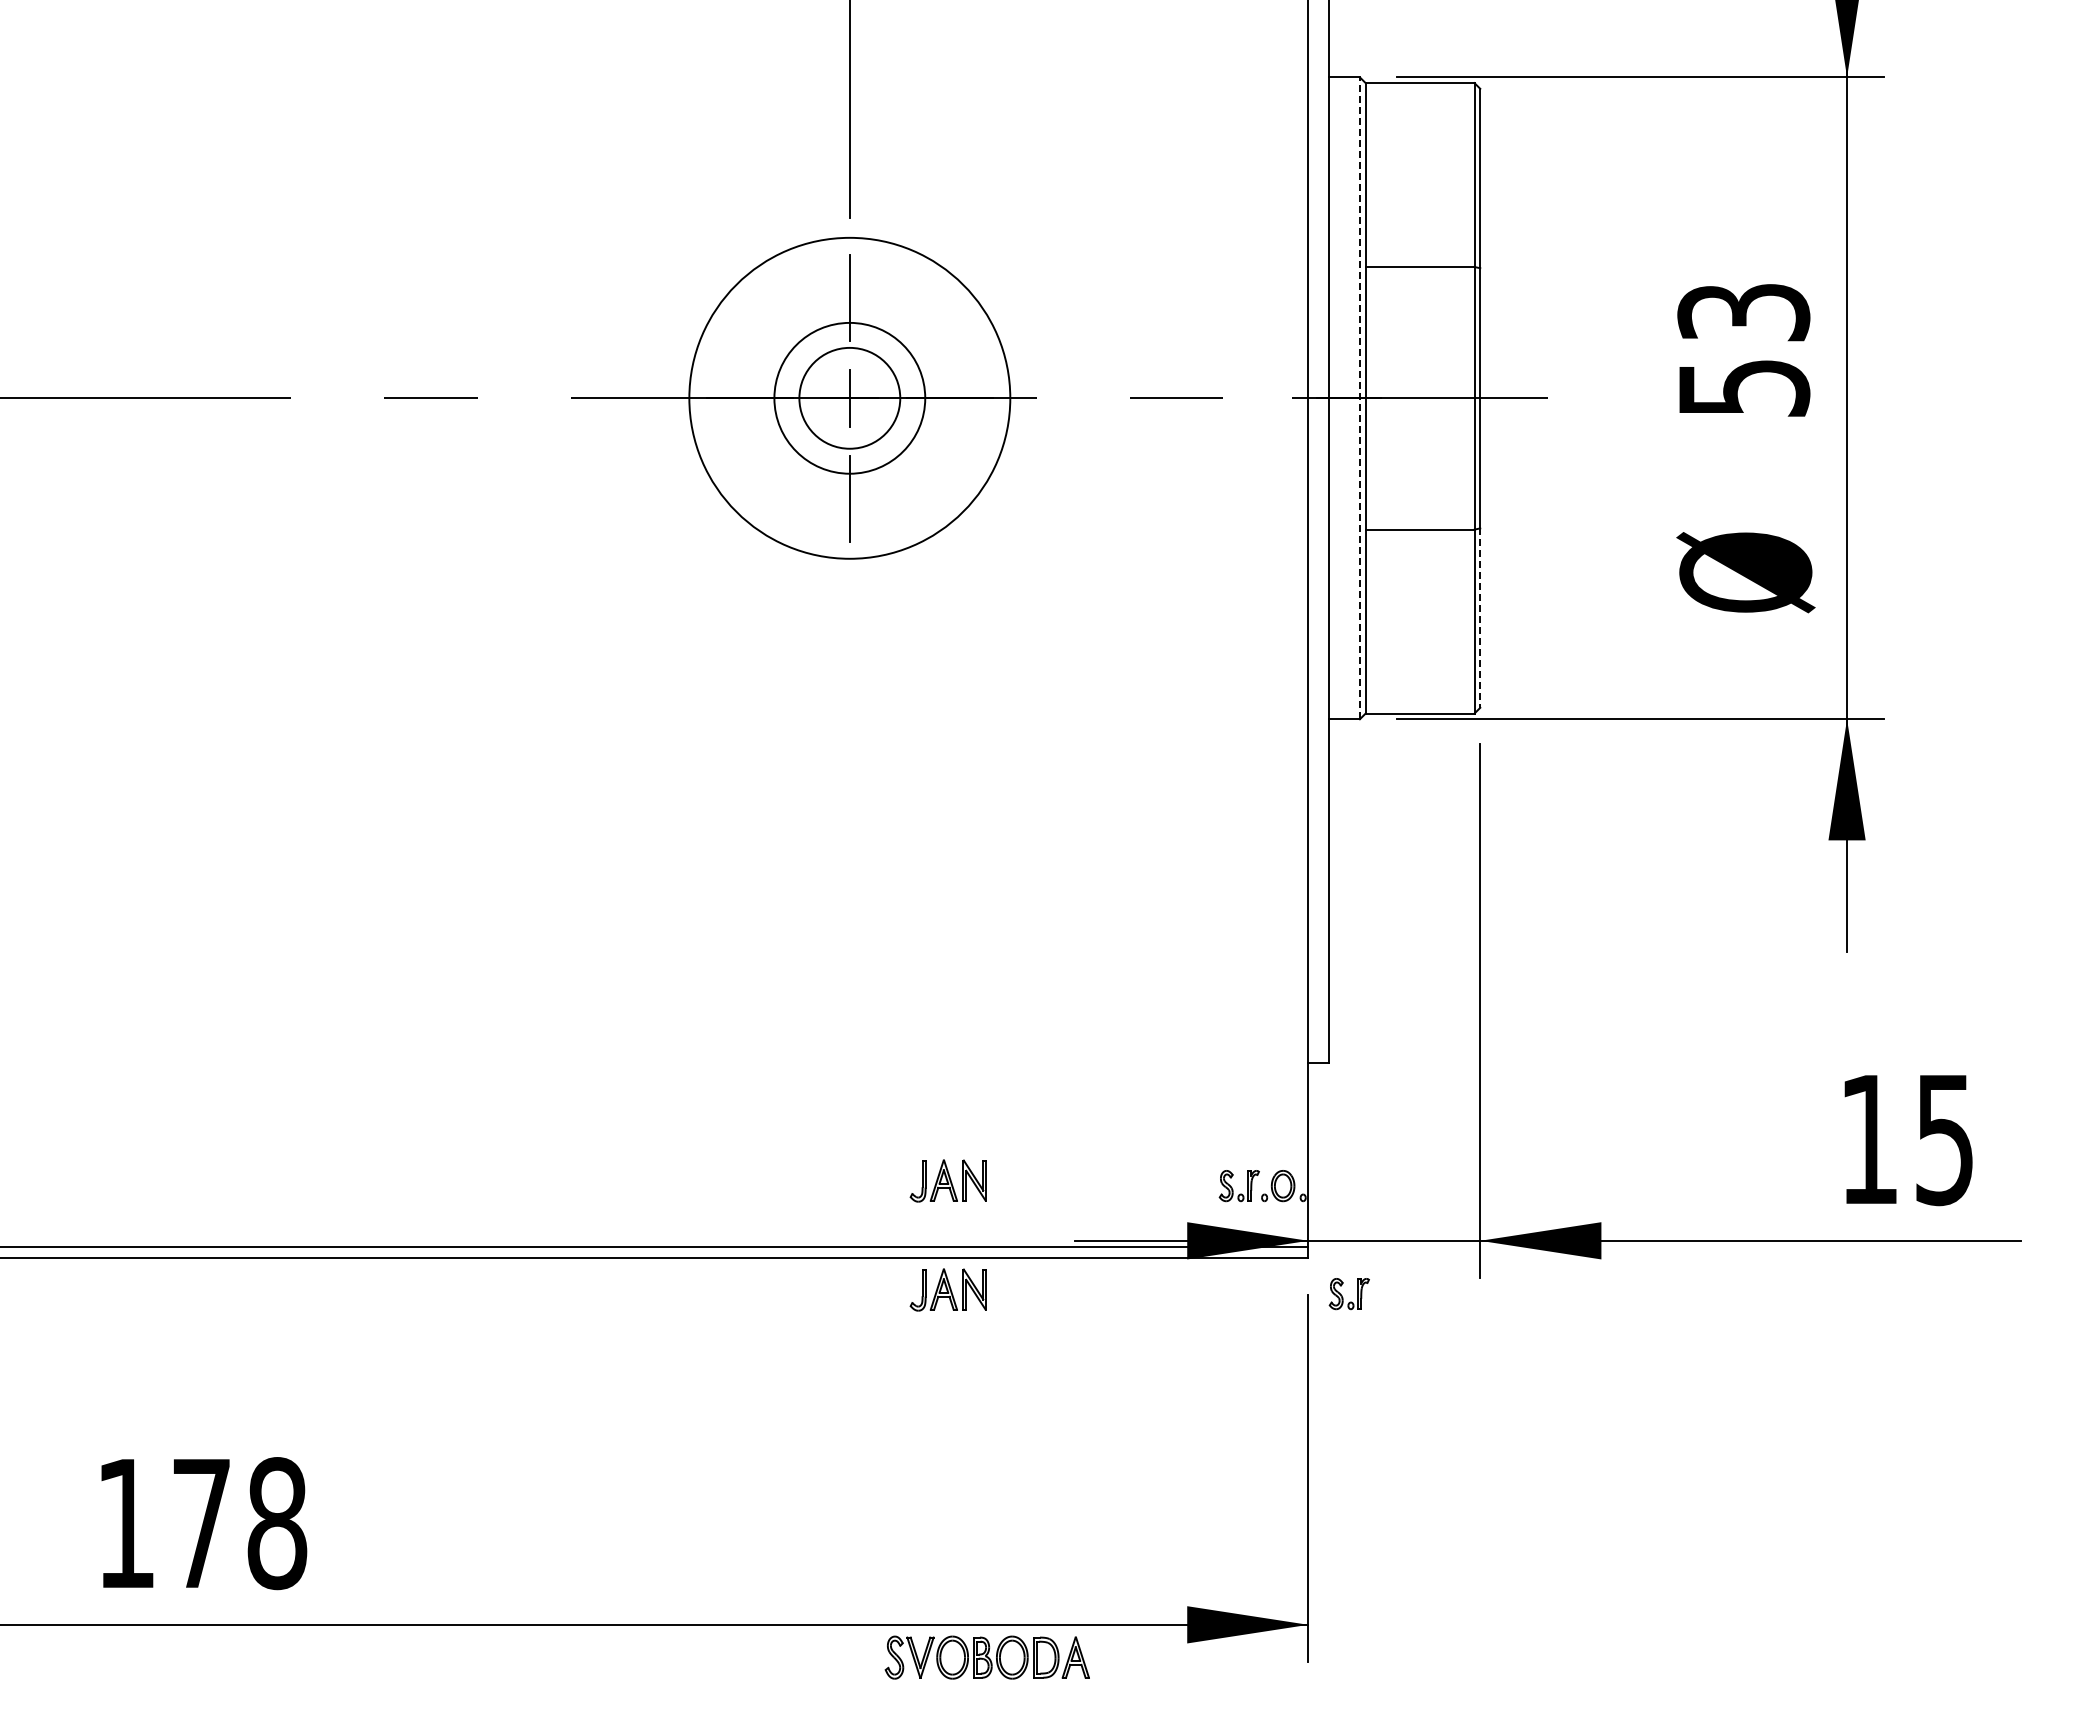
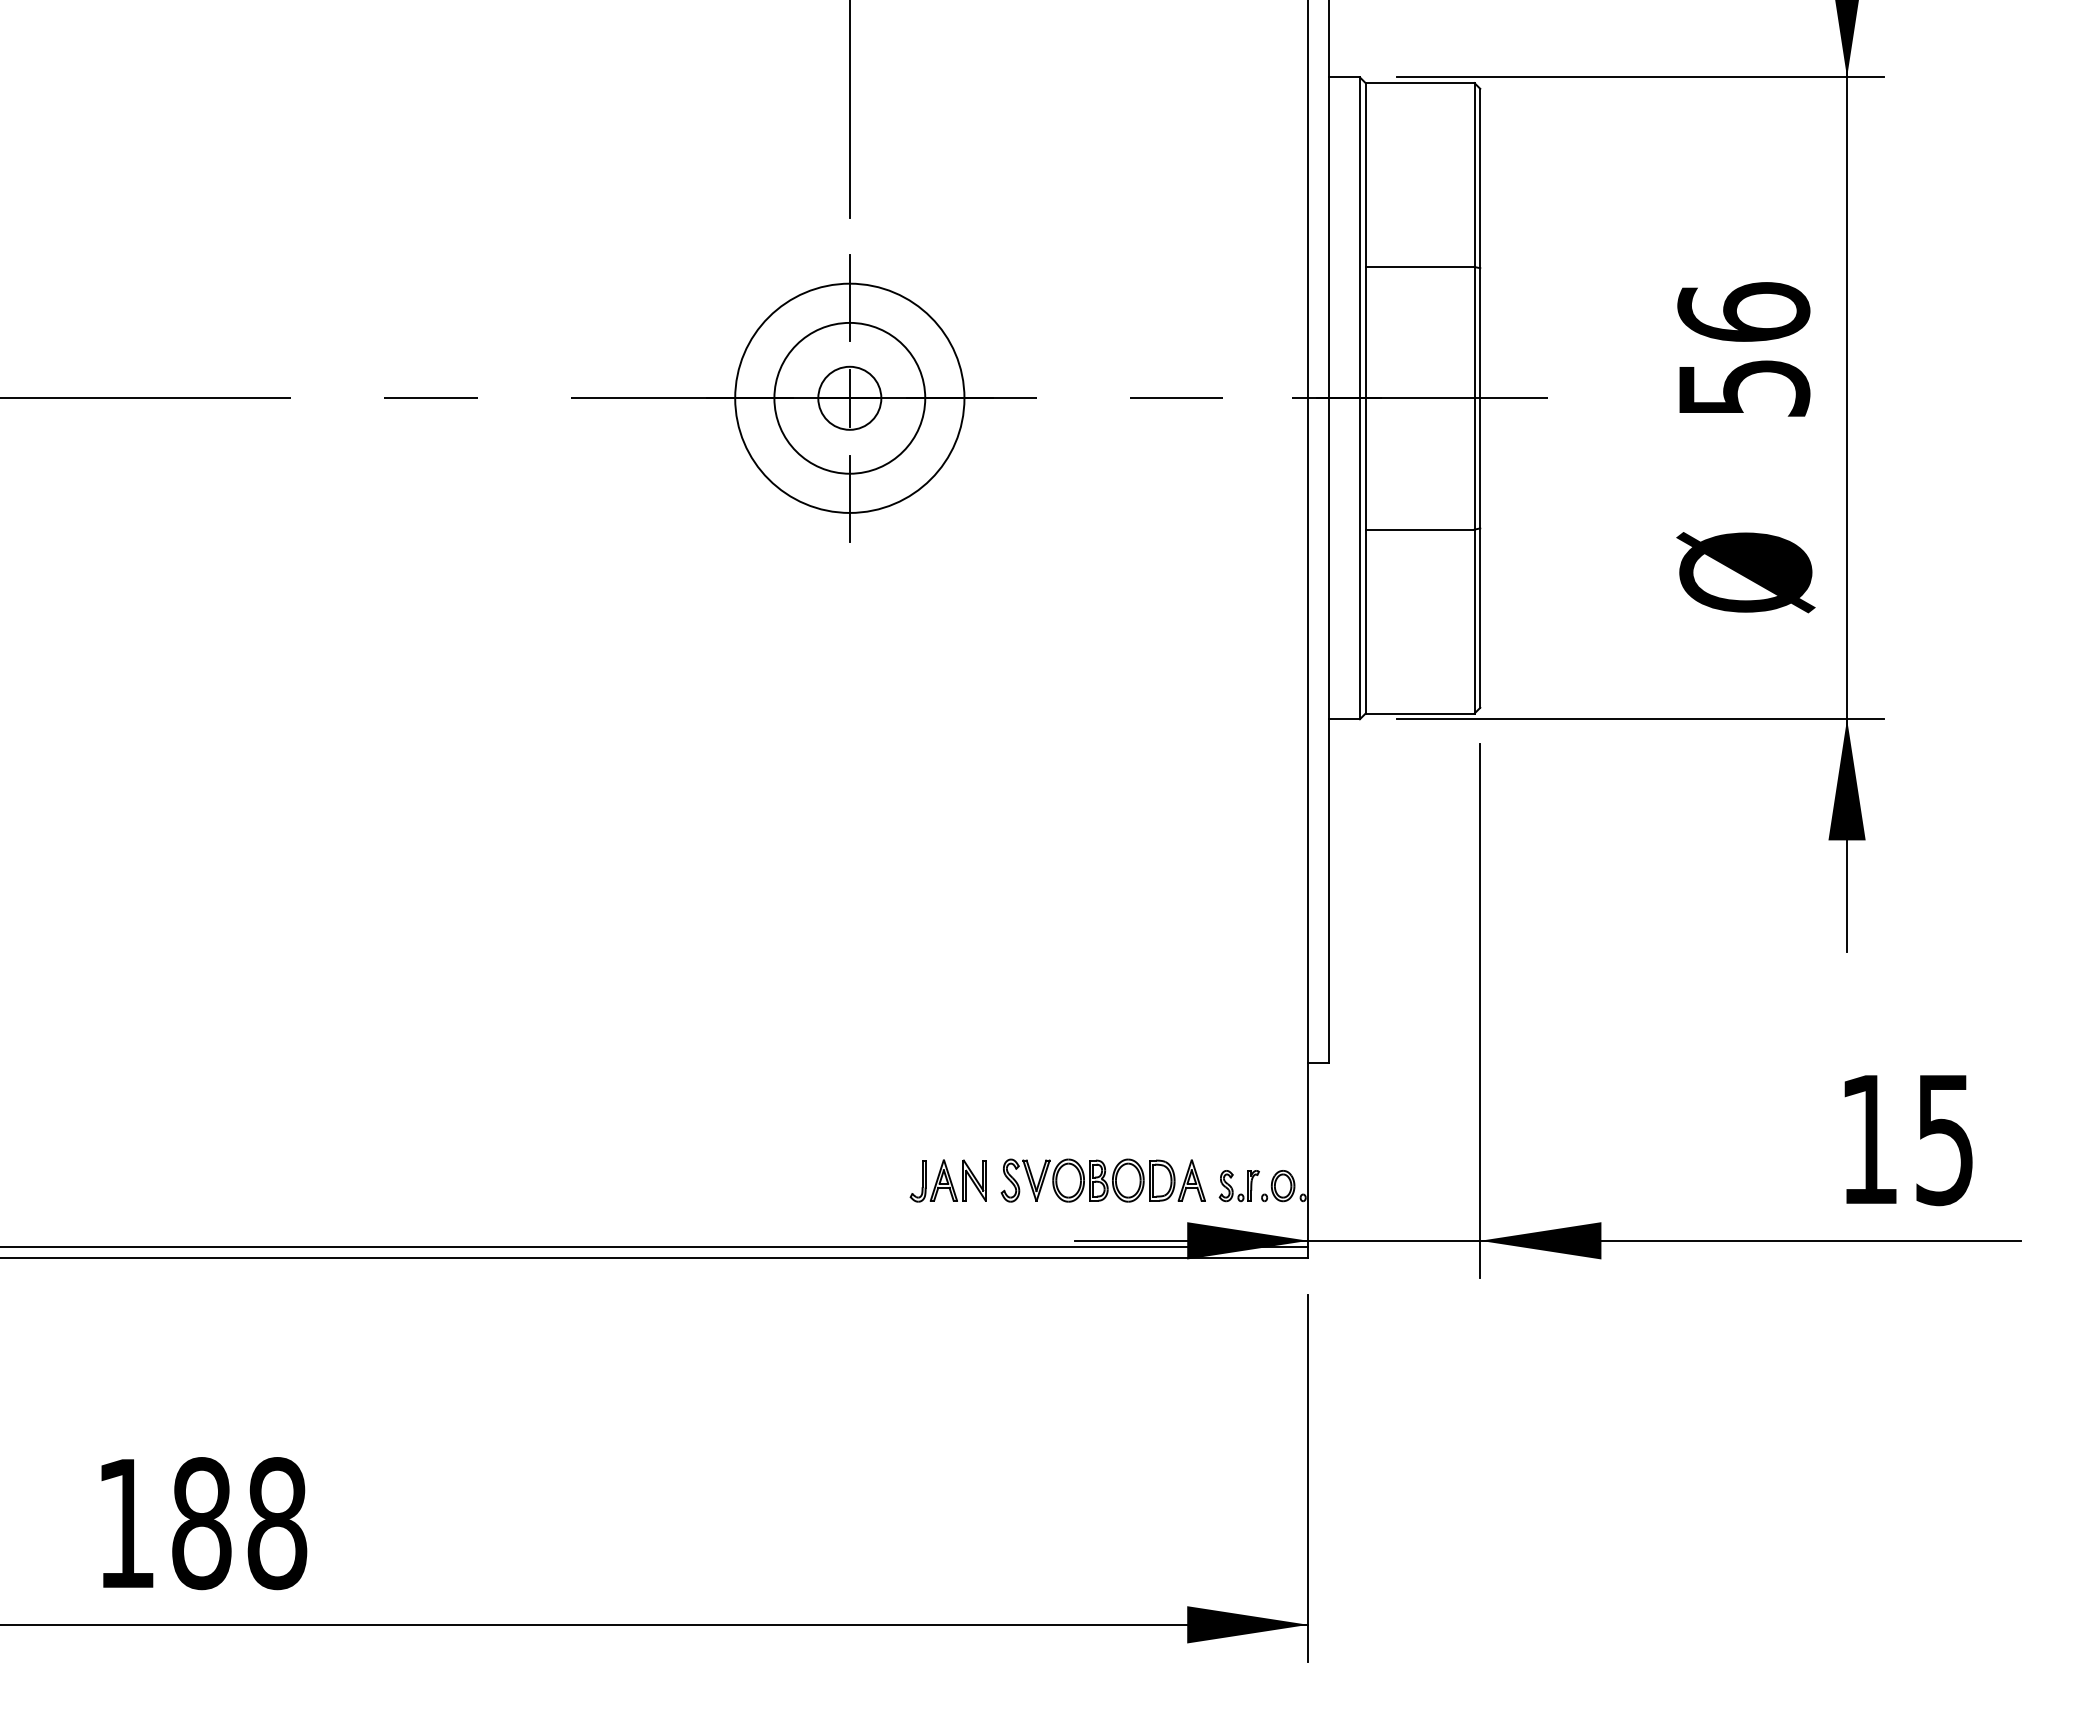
text at (1743, 311): 53 -> 56
circle at (849, 397) diameter: 101 px -> 63 px
circle at (849, 397) diameter: 321 px -> 229 px
line at (1359, 398): dashed -> solid
line at (1480, 618): dashed -> solid
part at (947, 1289): present -> none
part at (1348, 1294): present -> none
text at (201, 1523): 178 -> 188
part at (986, 1657) position: (986, 1657) -> (1102, 1180)
